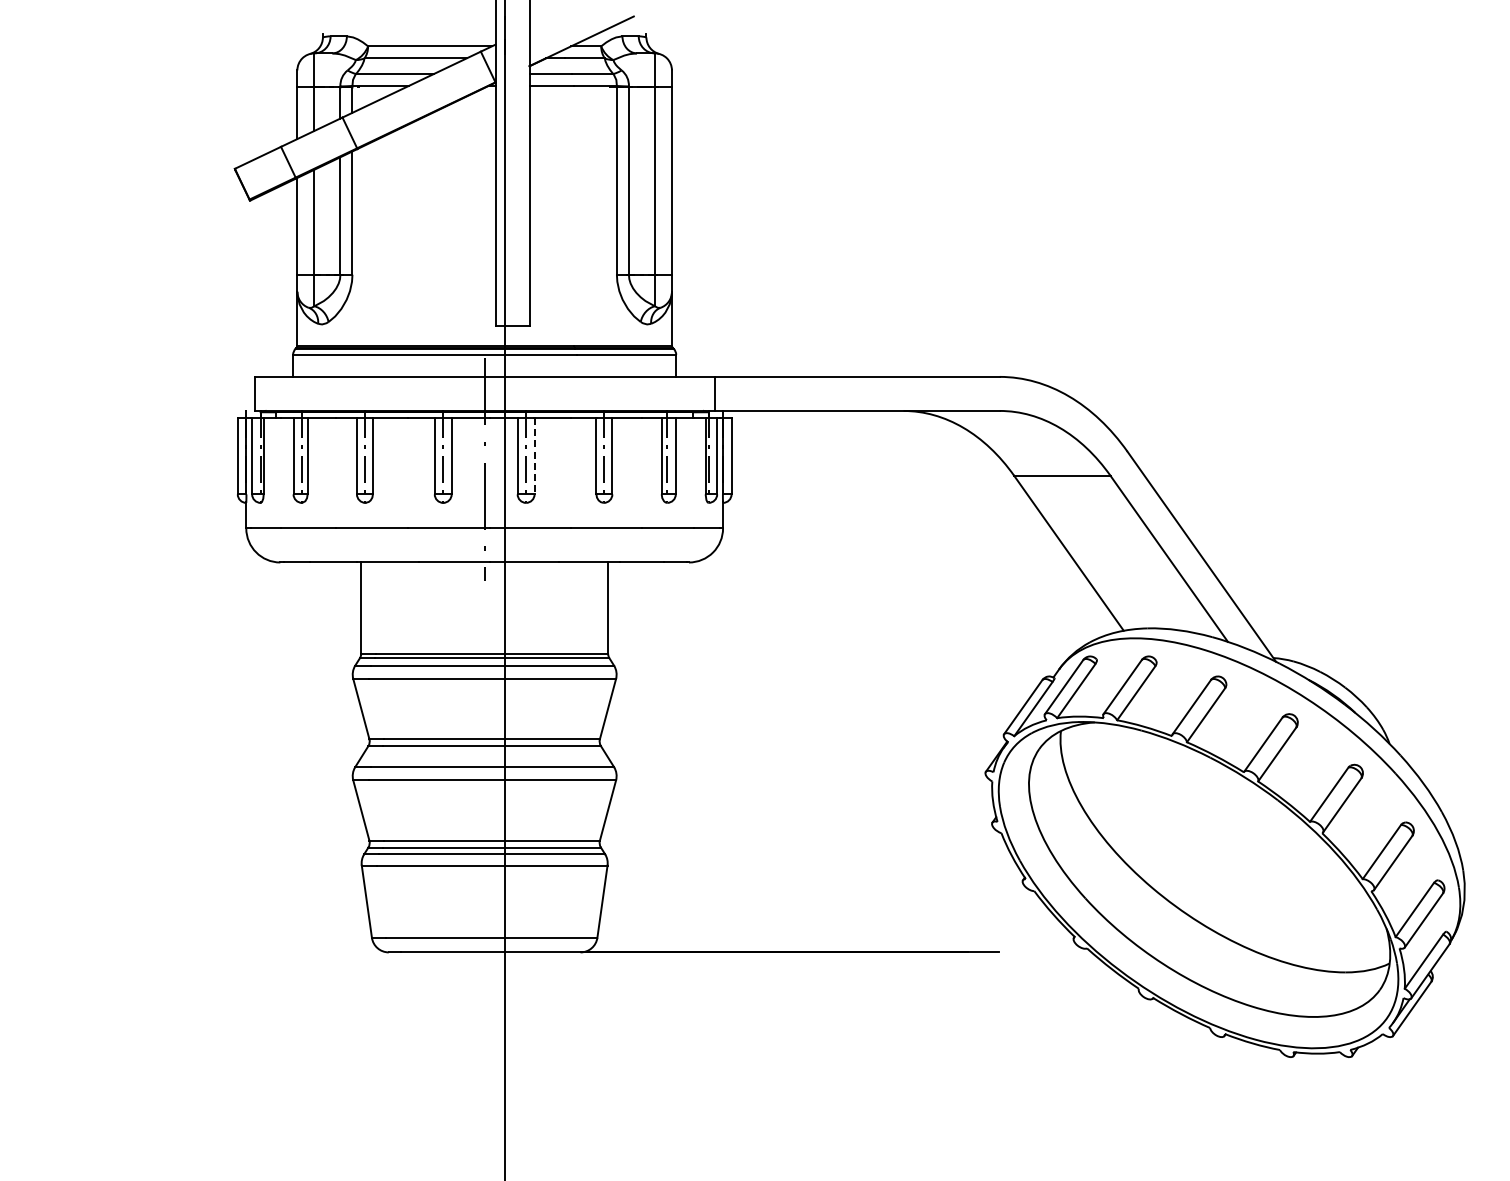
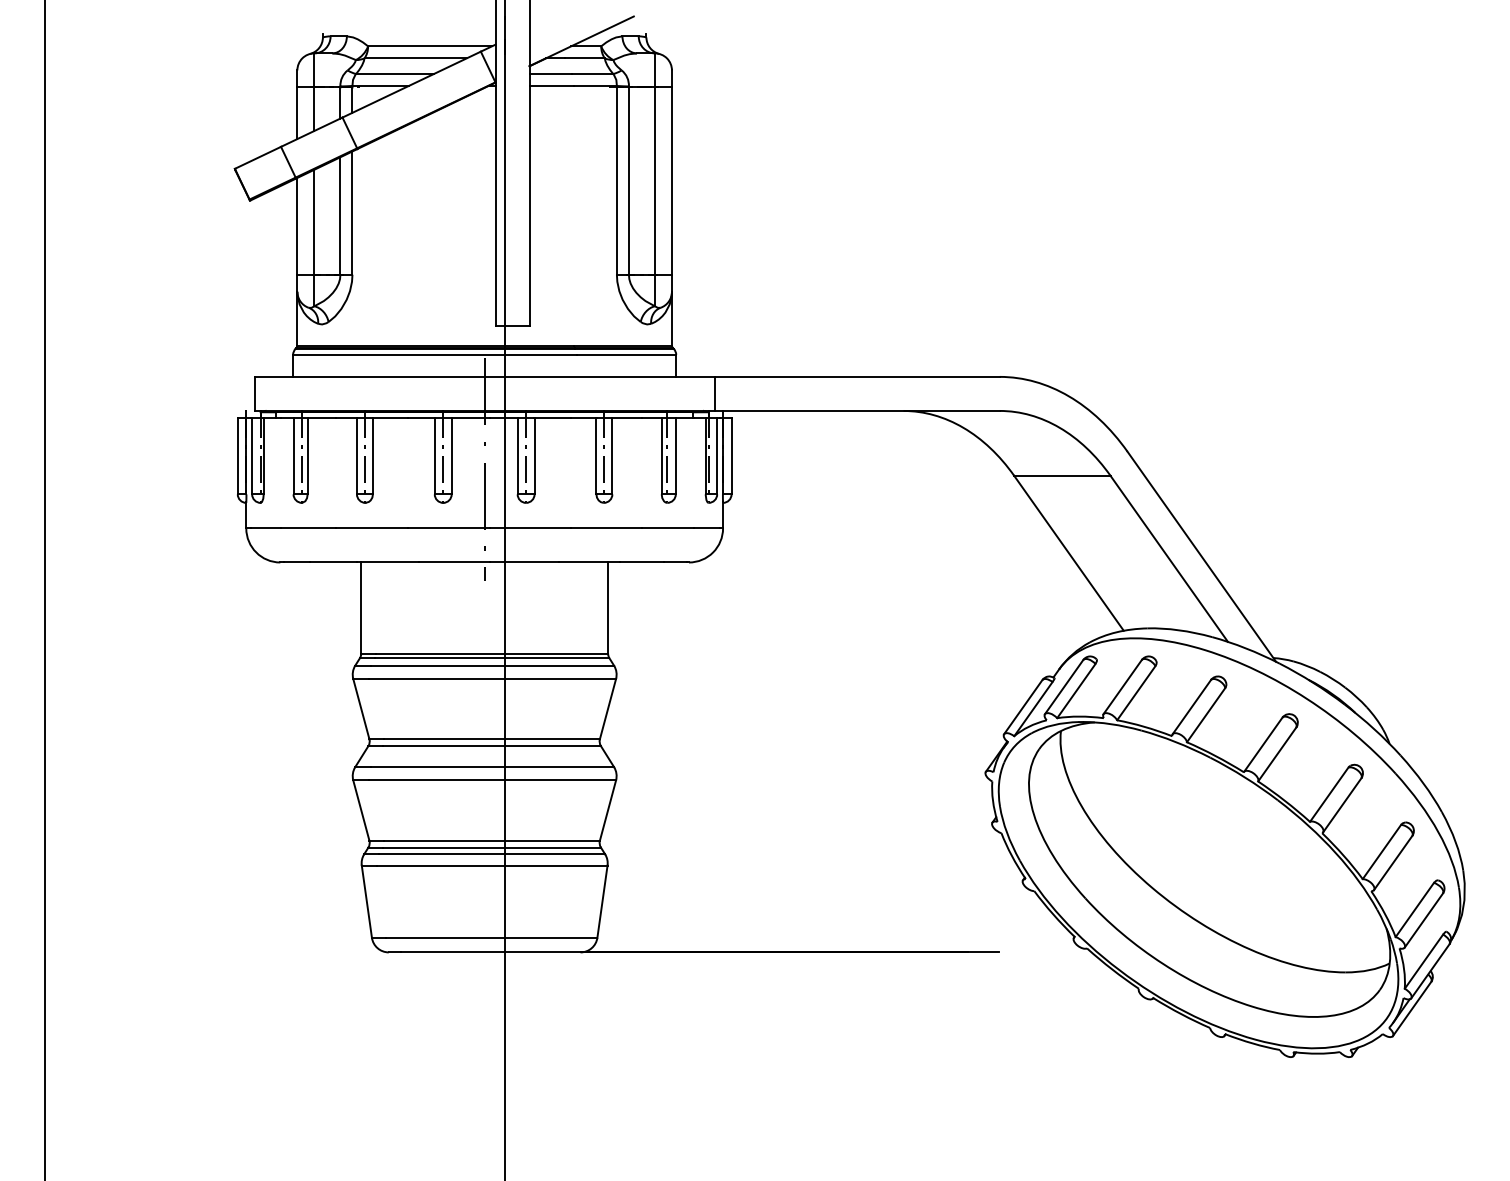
line at (534, 456): dashed -> solid
line at (45, 589): none -> present
